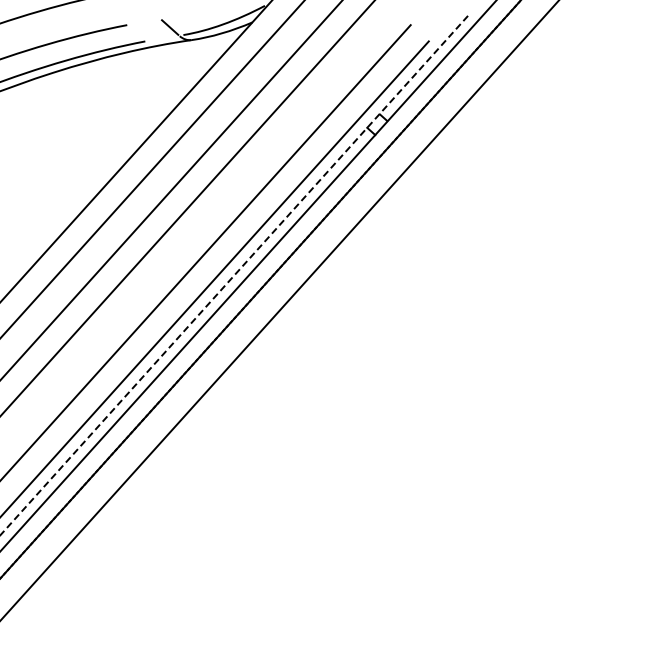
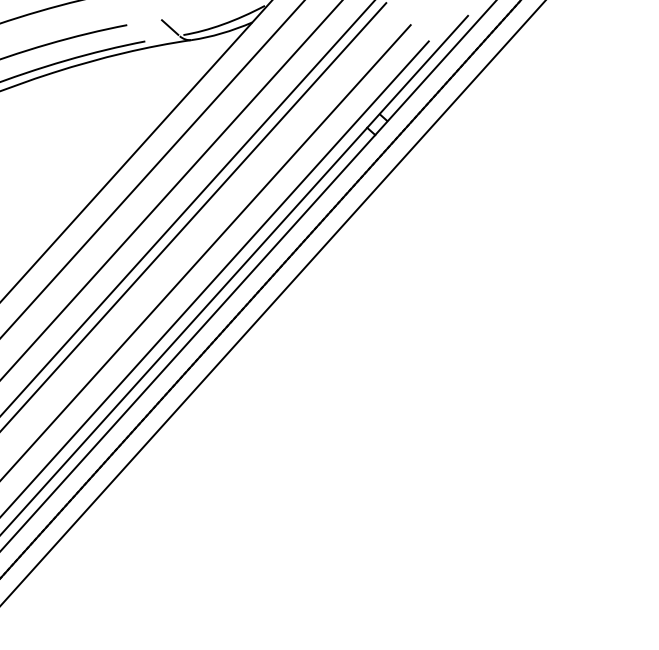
line at (194, 216): none -> present
line at (233, 275): dashed -> solid
line at (279, 310) position: (279, 310) -> (273, 303)
